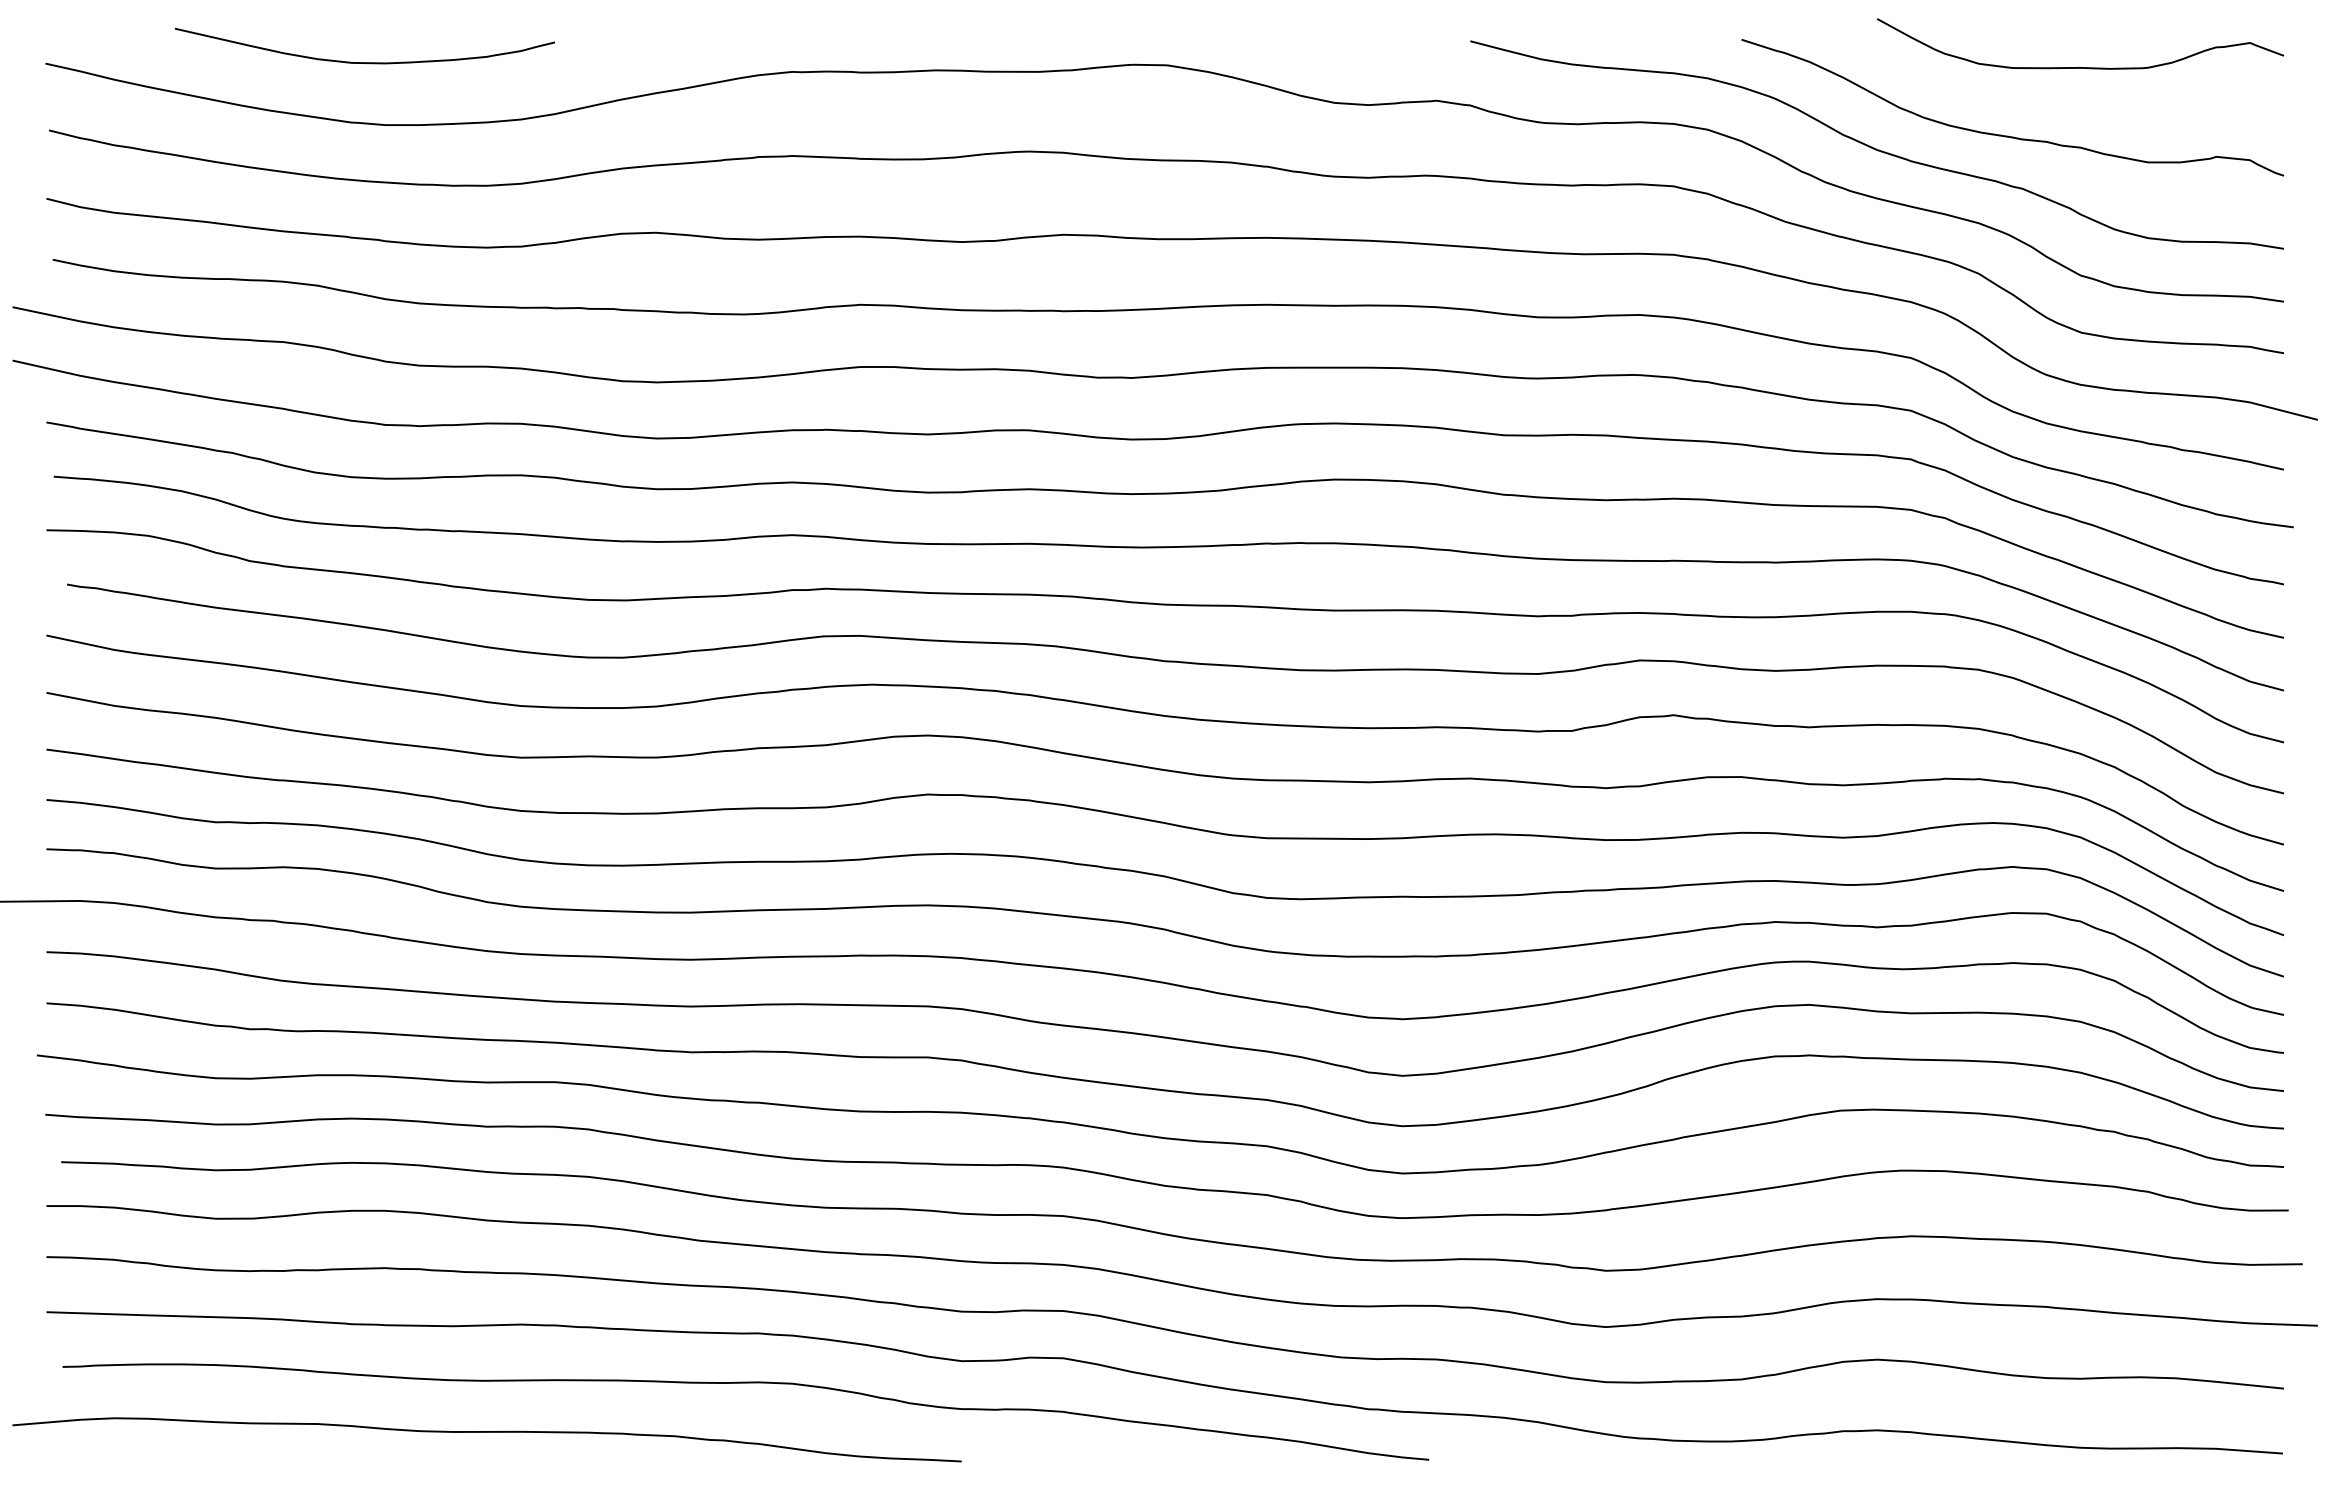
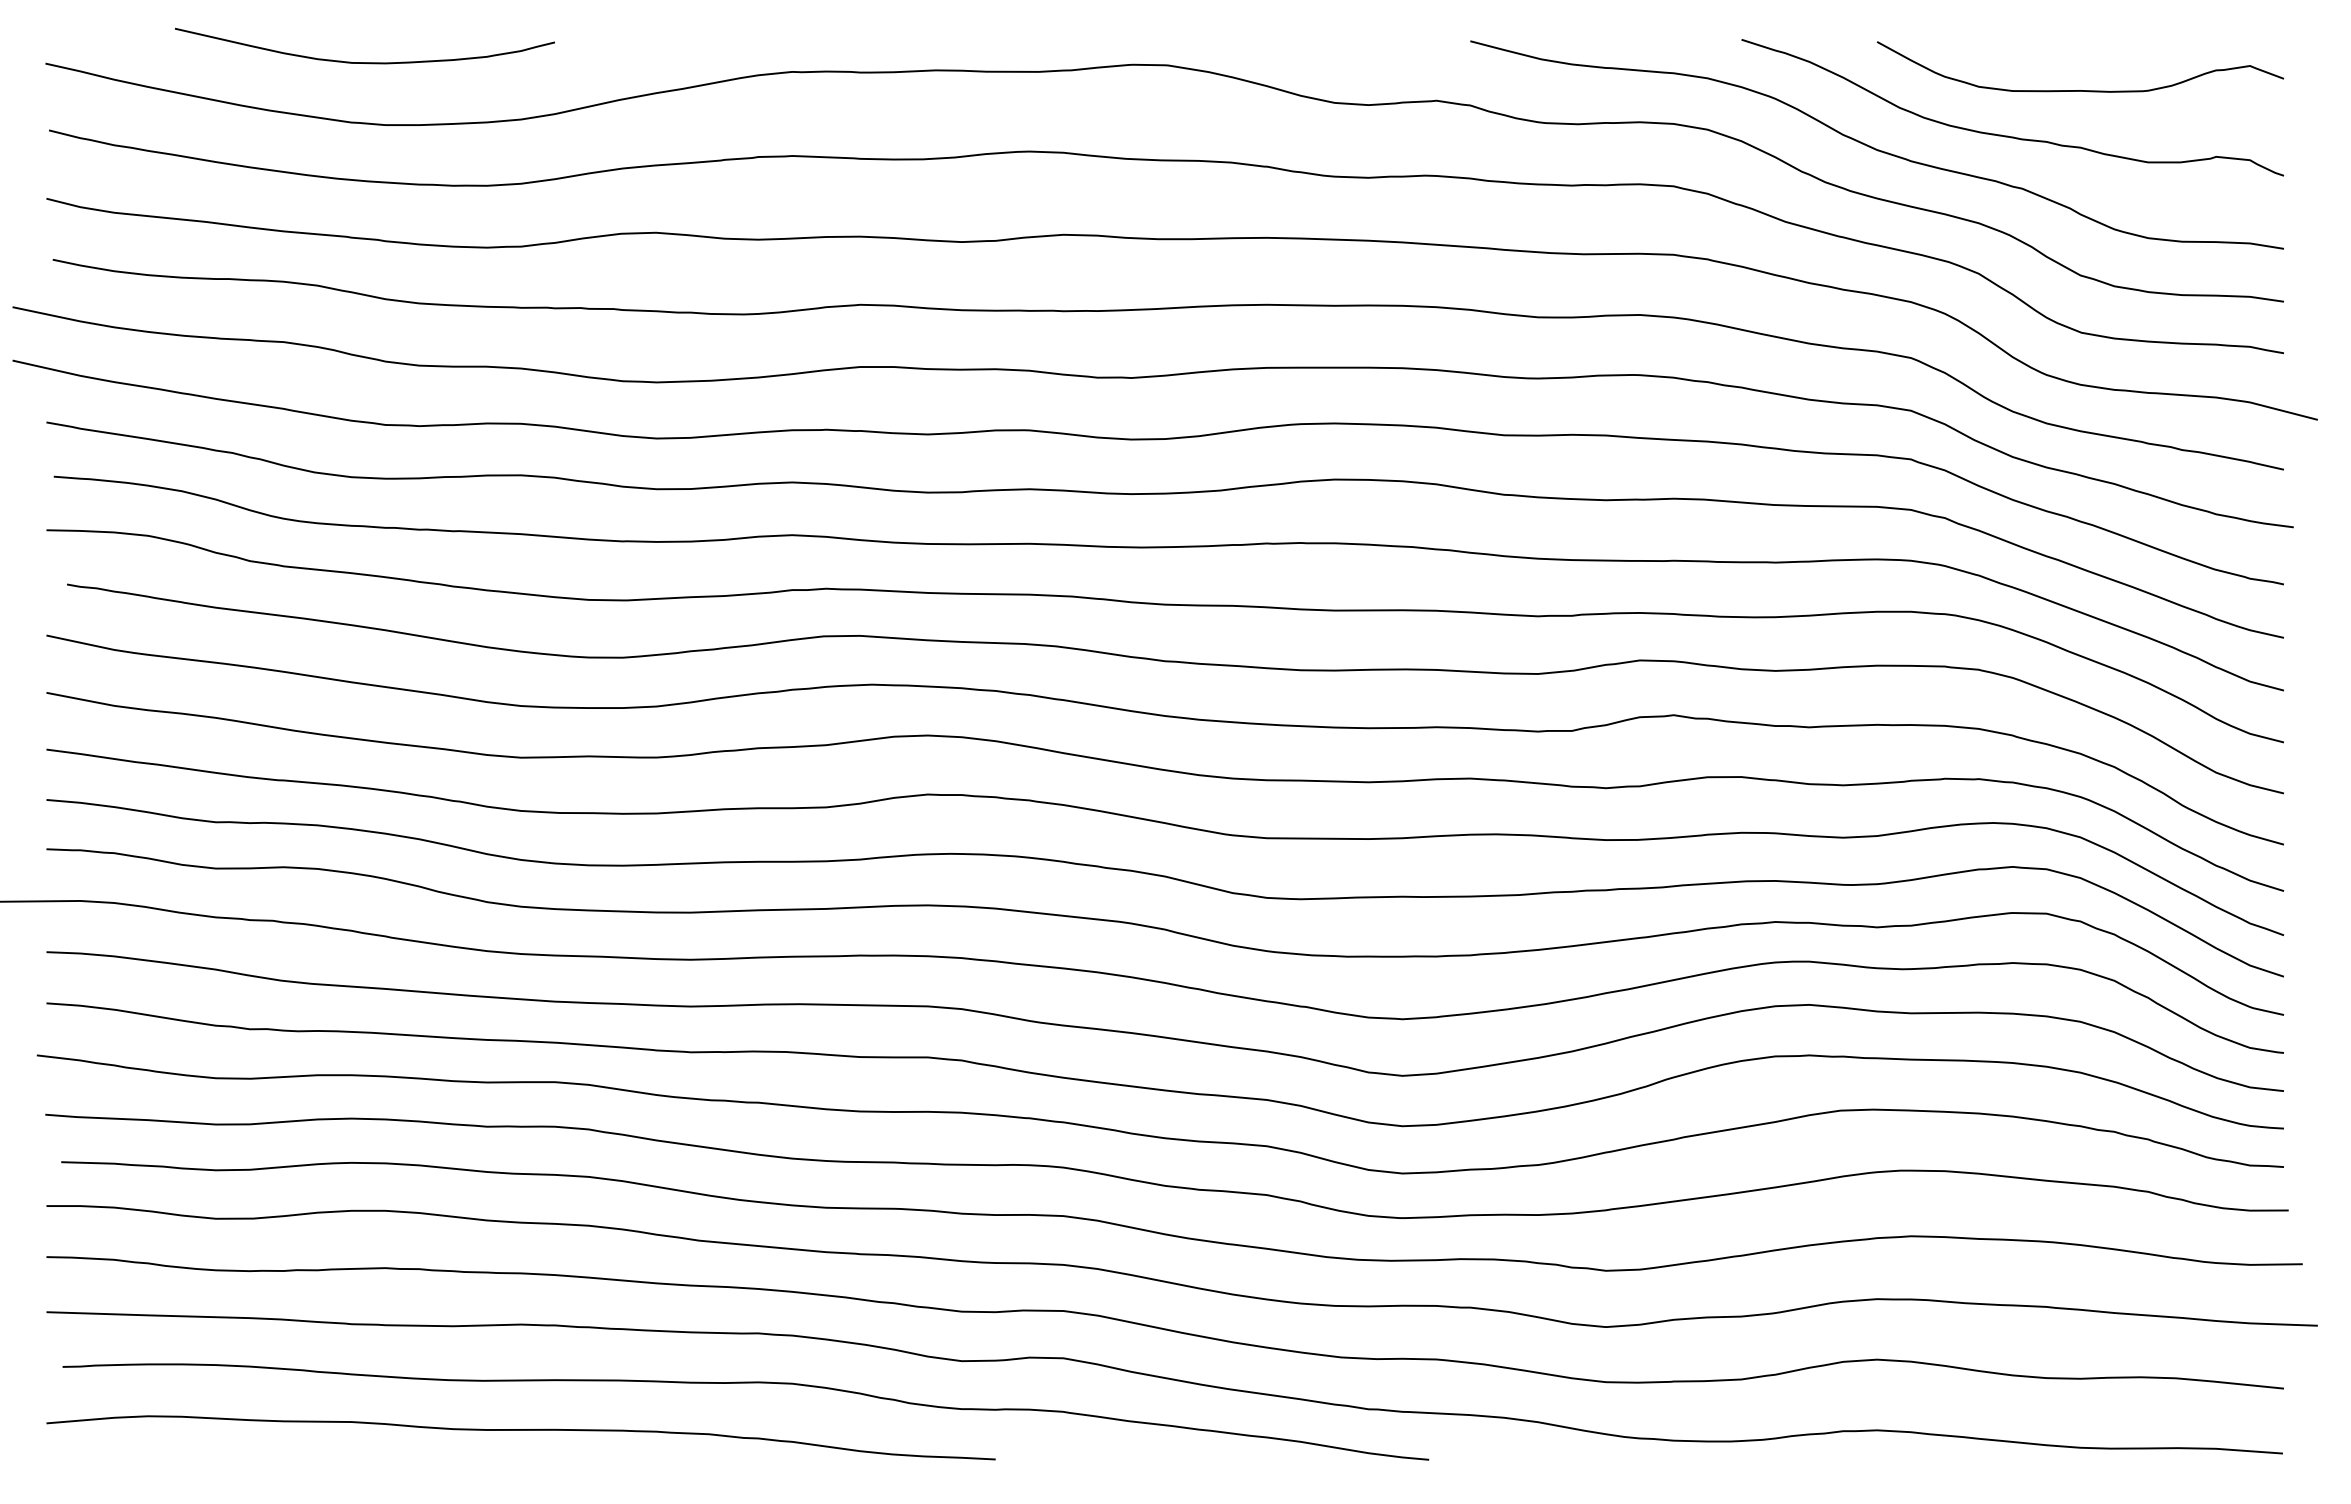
curve at (2080, 67) position: (2080, 67) -> (2080, 90)
curve at (486, 1432) position: (486, 1432) -> (520, 1430)
